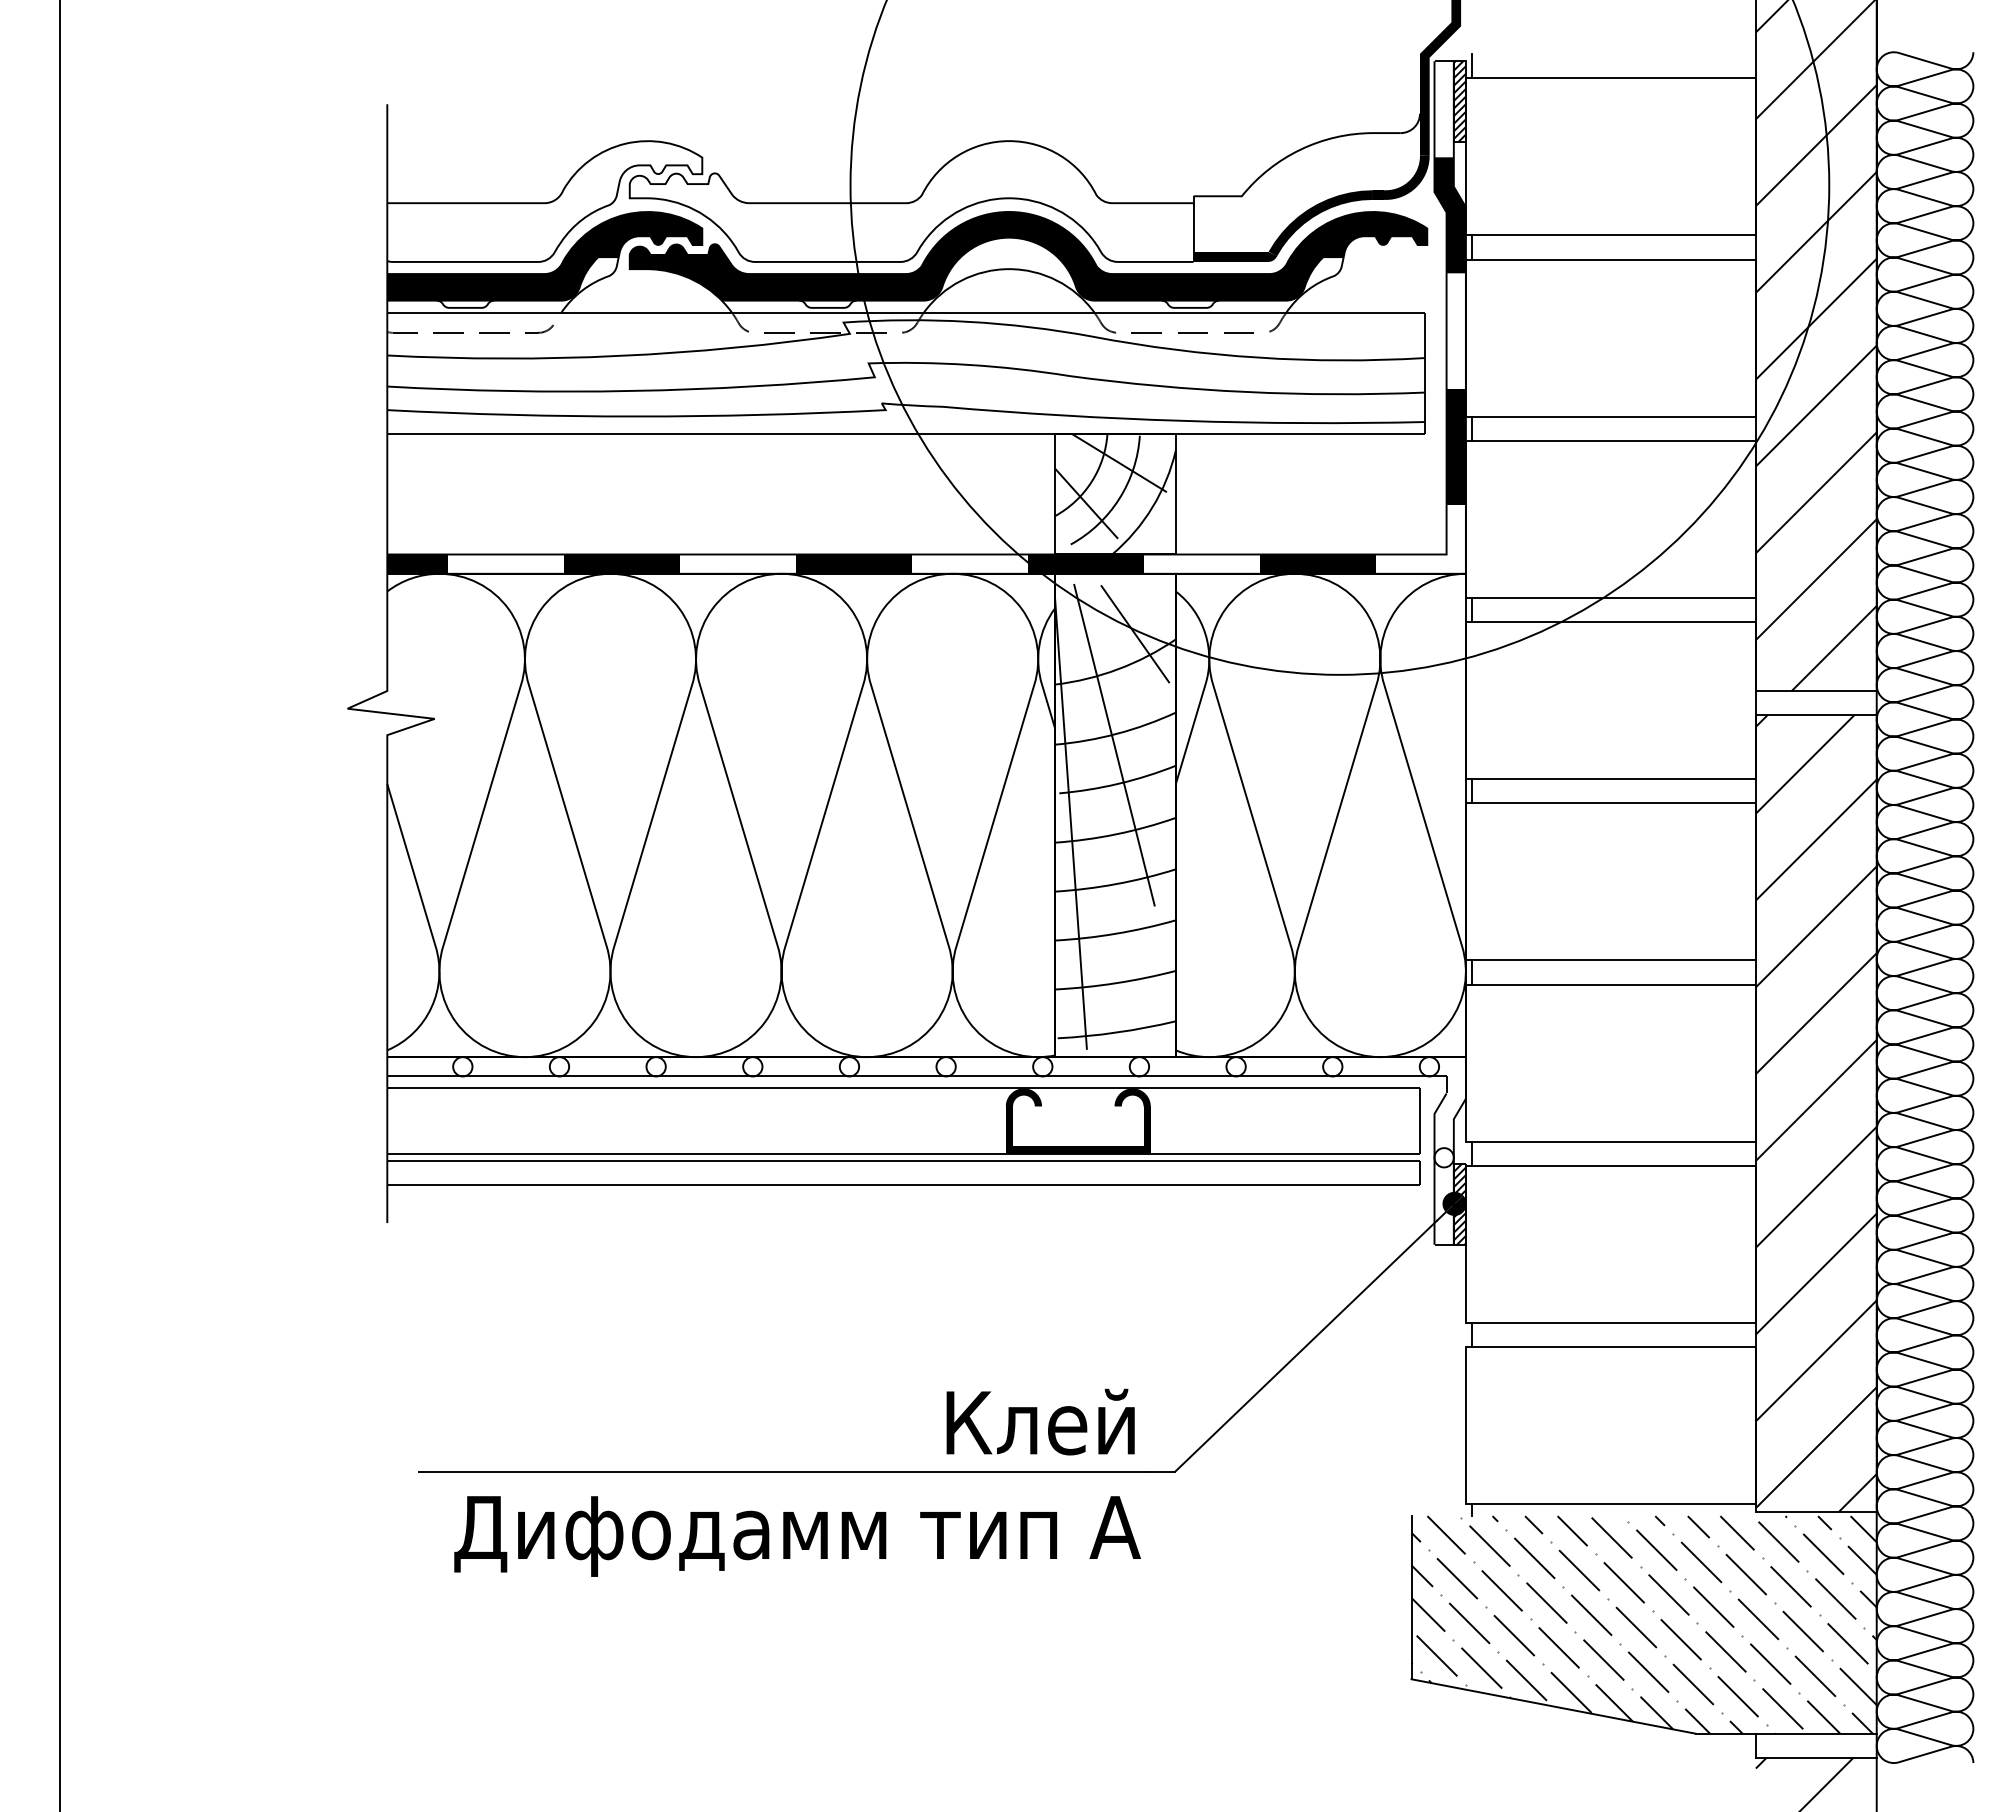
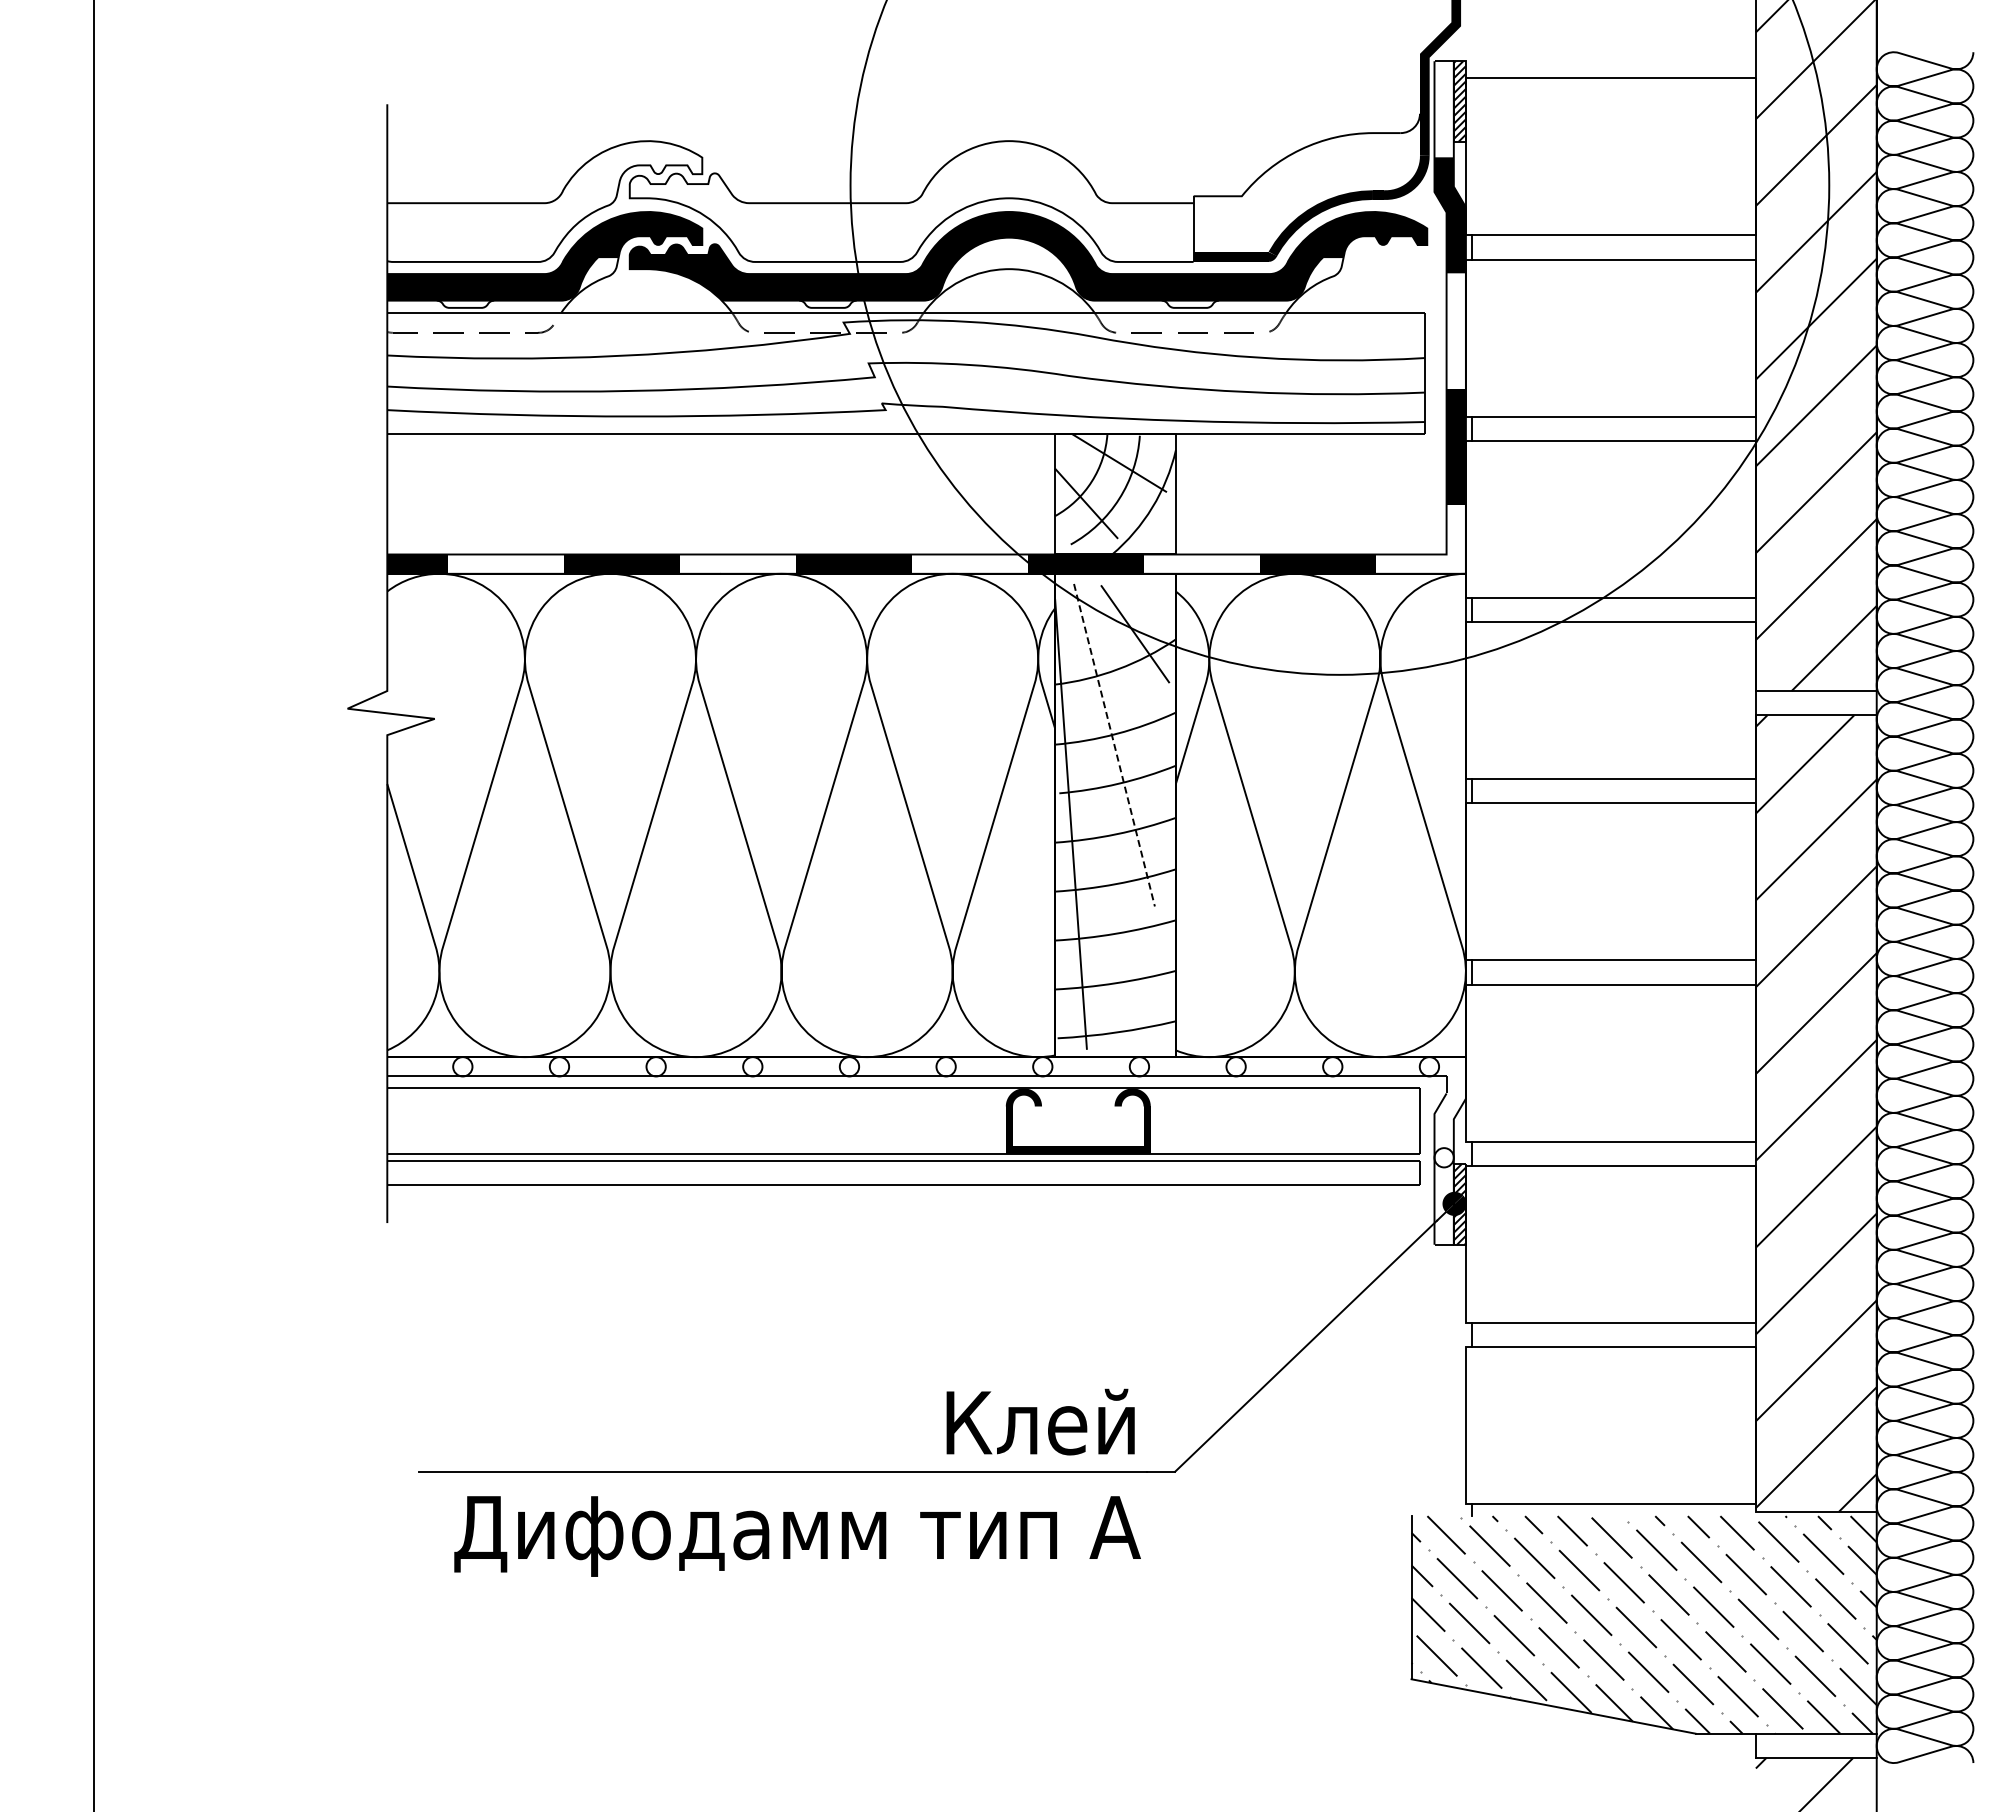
line at (1471, 66): present -> none
line at (1114, 745): solid -> dashed
line at (60, 905) position: (60, 905) -> (94, 905)
